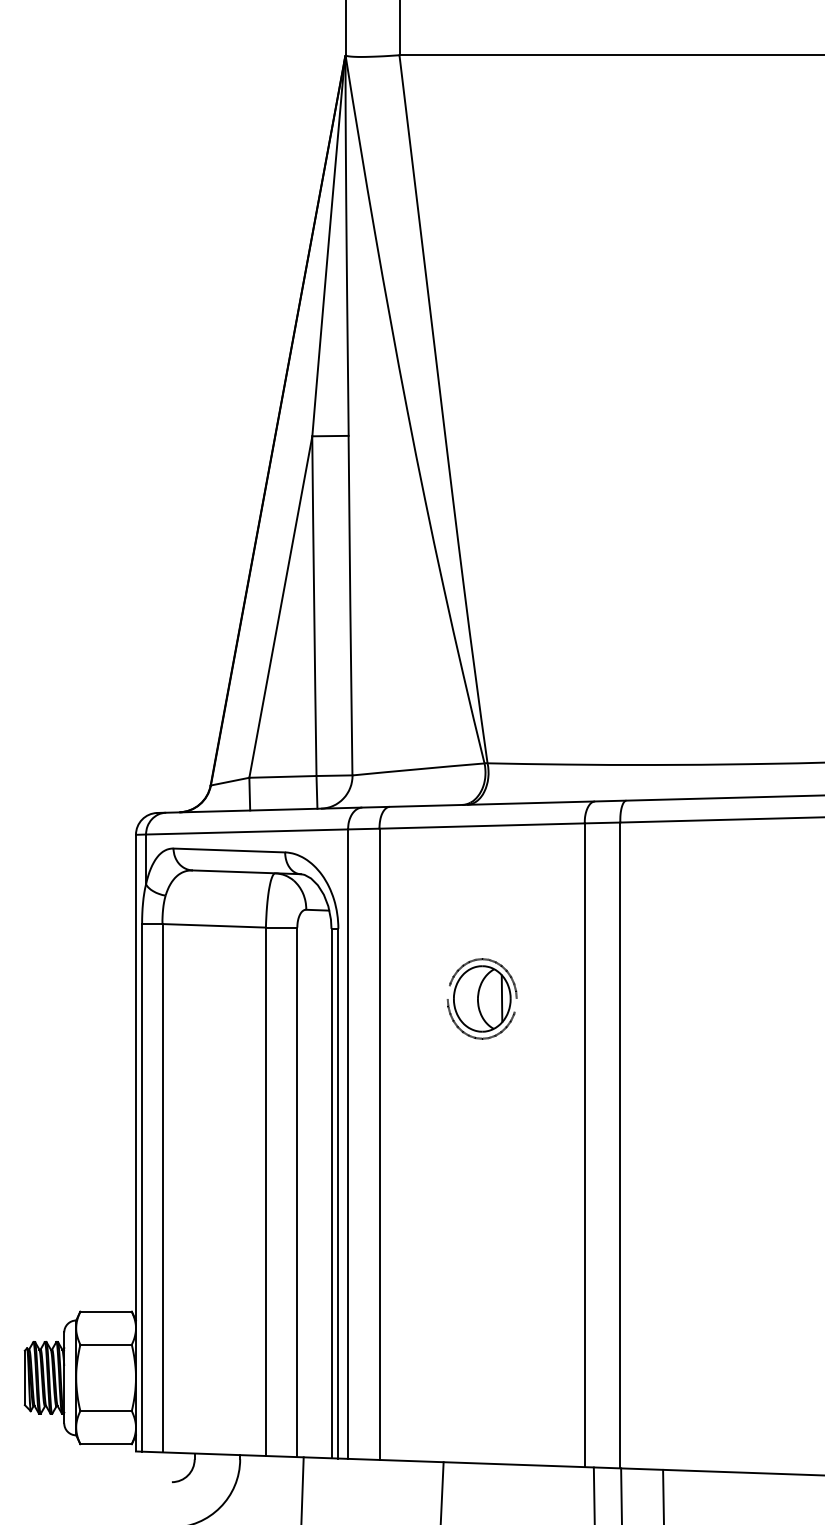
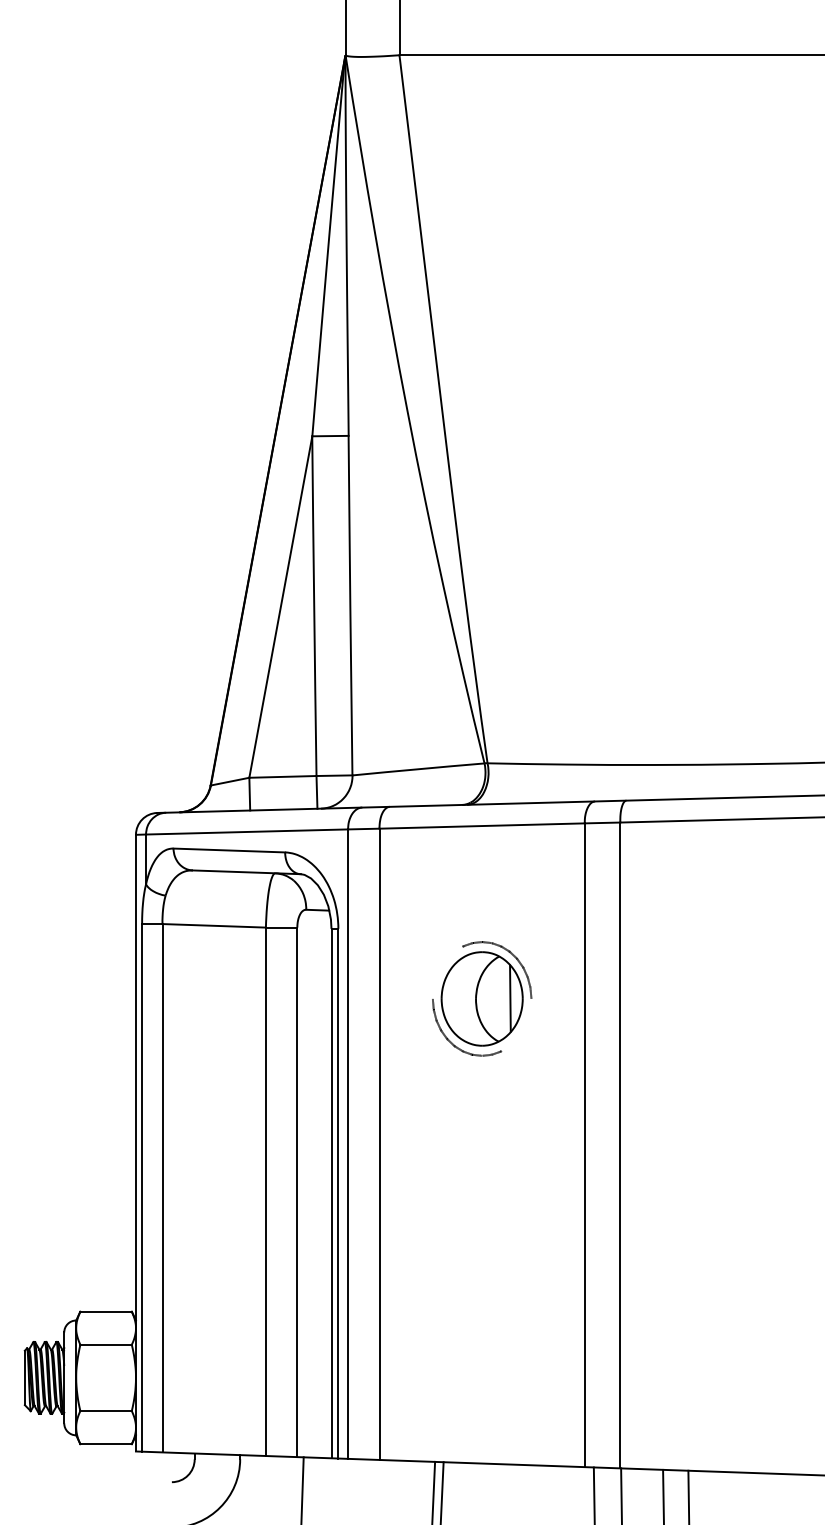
part at (481, 998) size: 72x82 px -> 101x116 px
line at (433, 1491): none -> present
line at (688, 1495): none -> present
